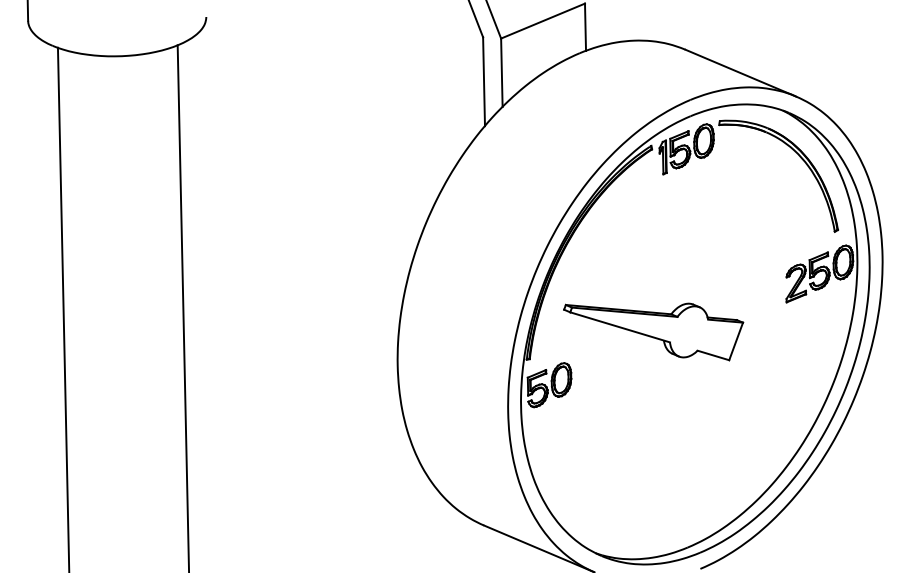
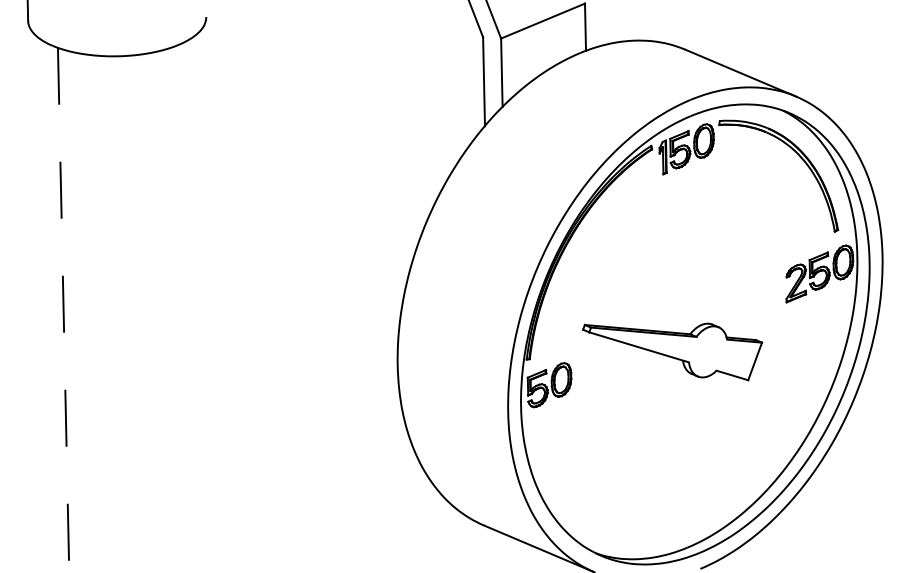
line at (182, 307): present -> none
line at (63, 310): solid -> dashed
part at (653, 331) position: (653, 331) -> (672, 351)
